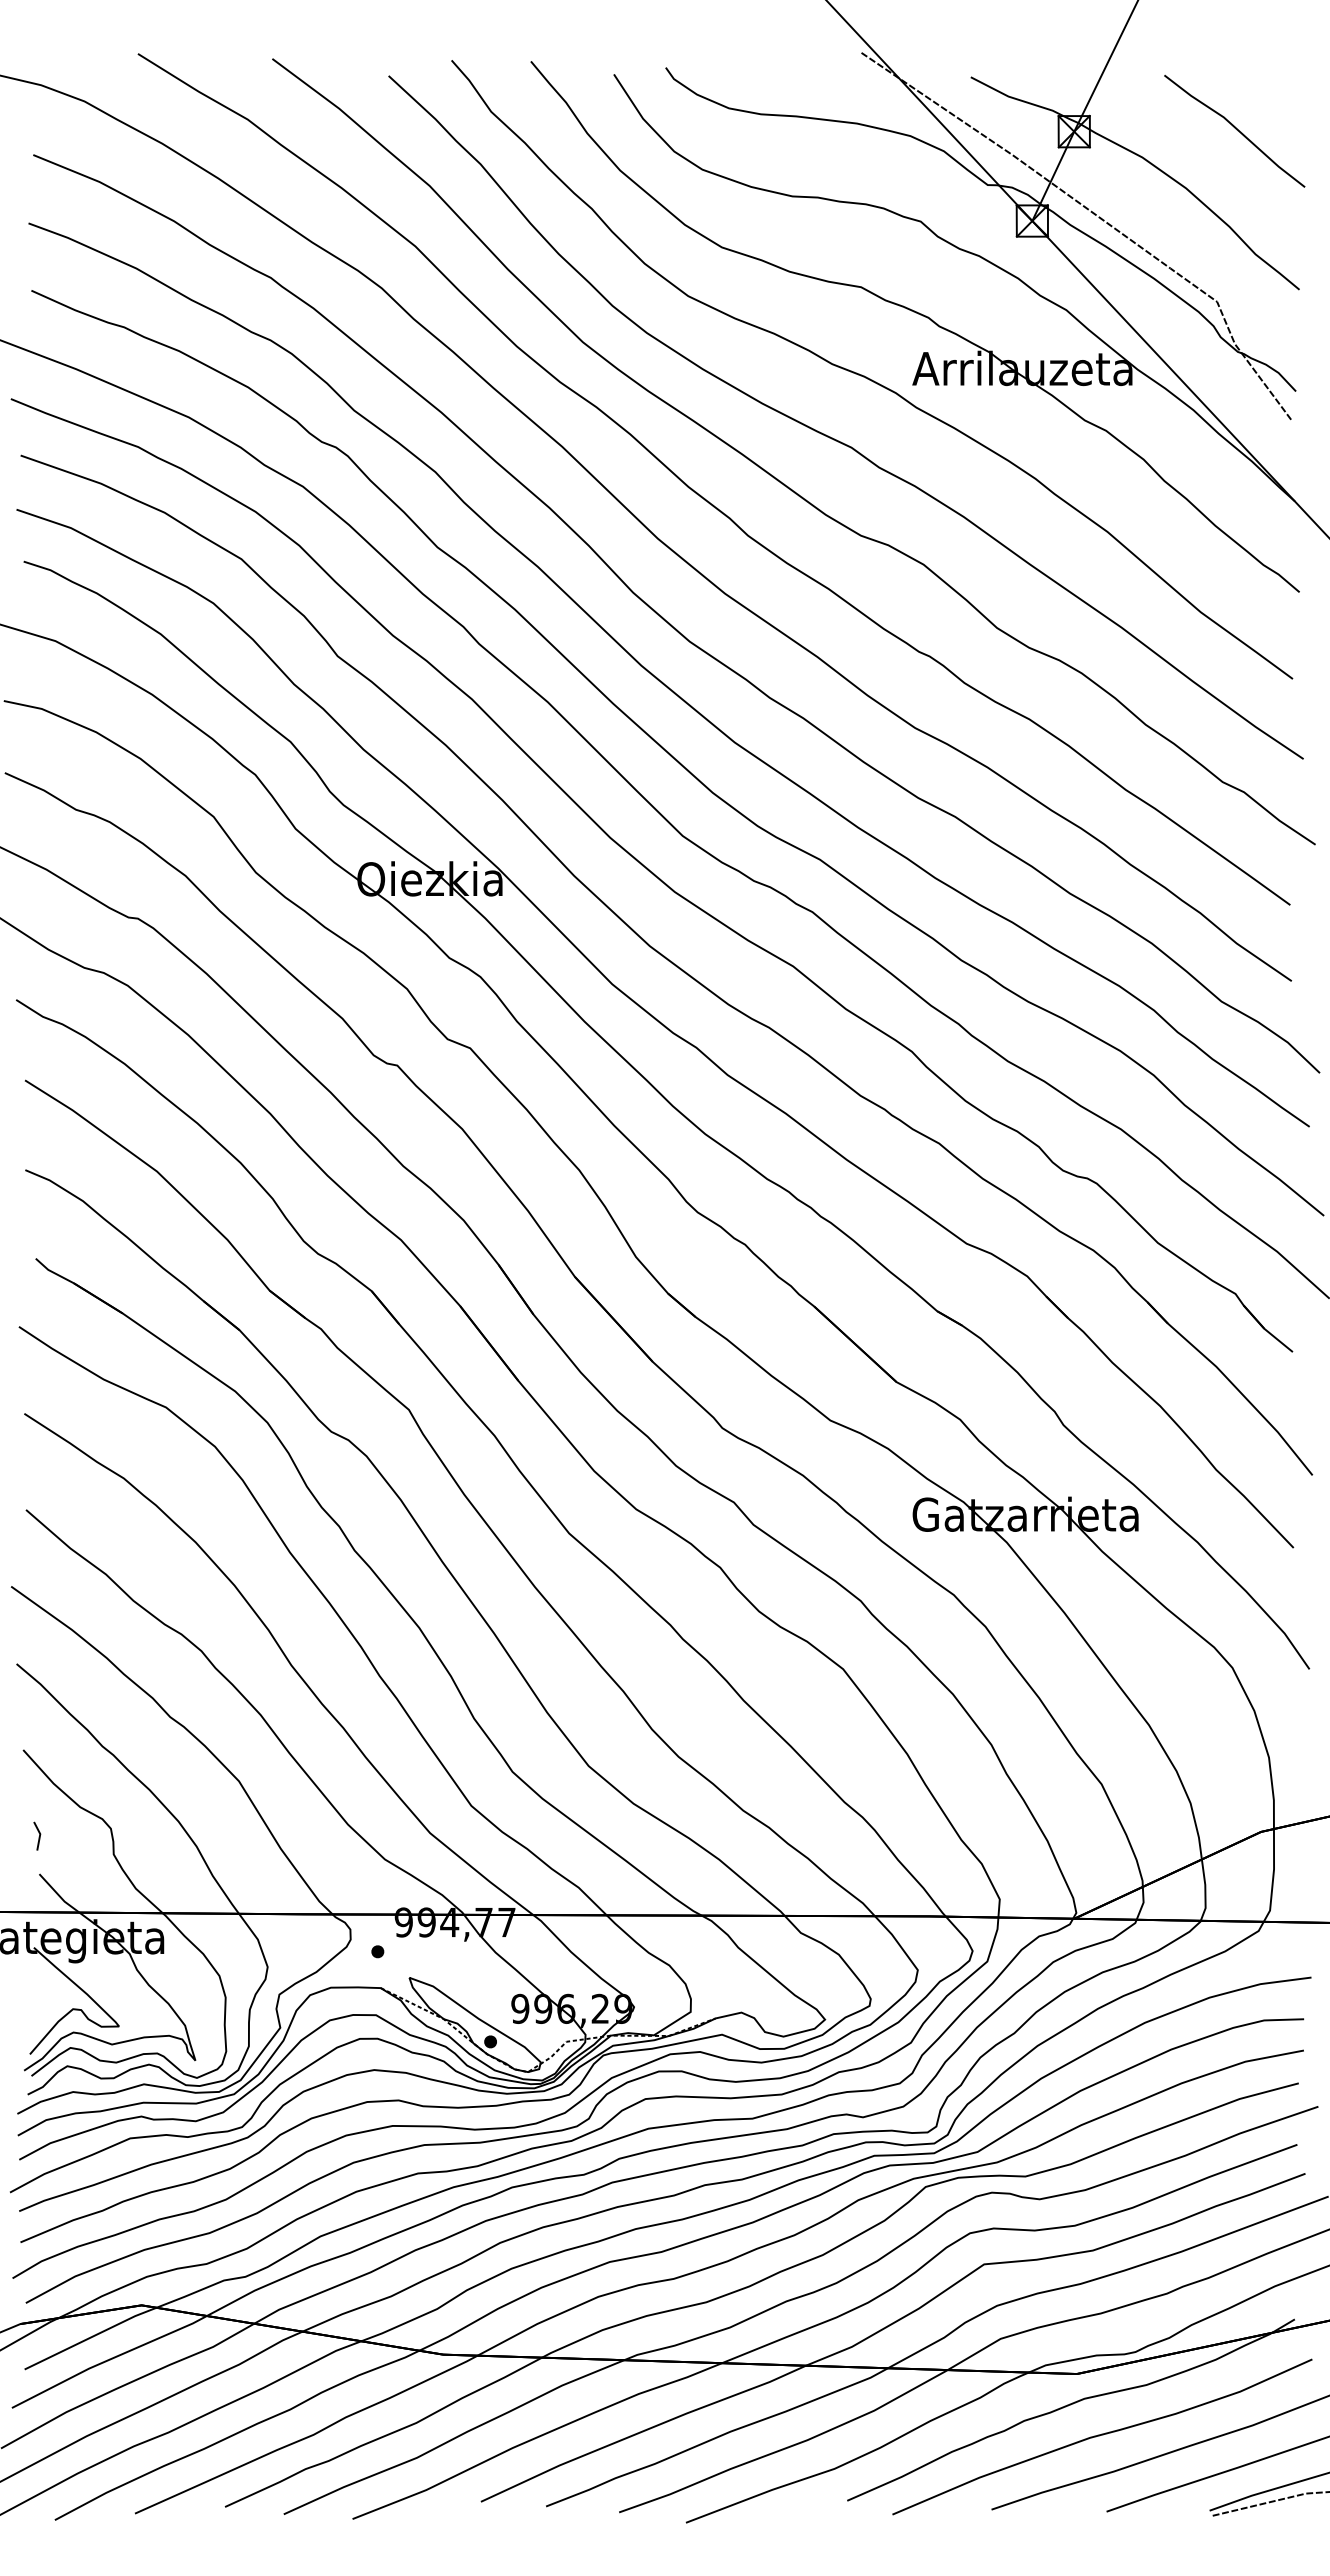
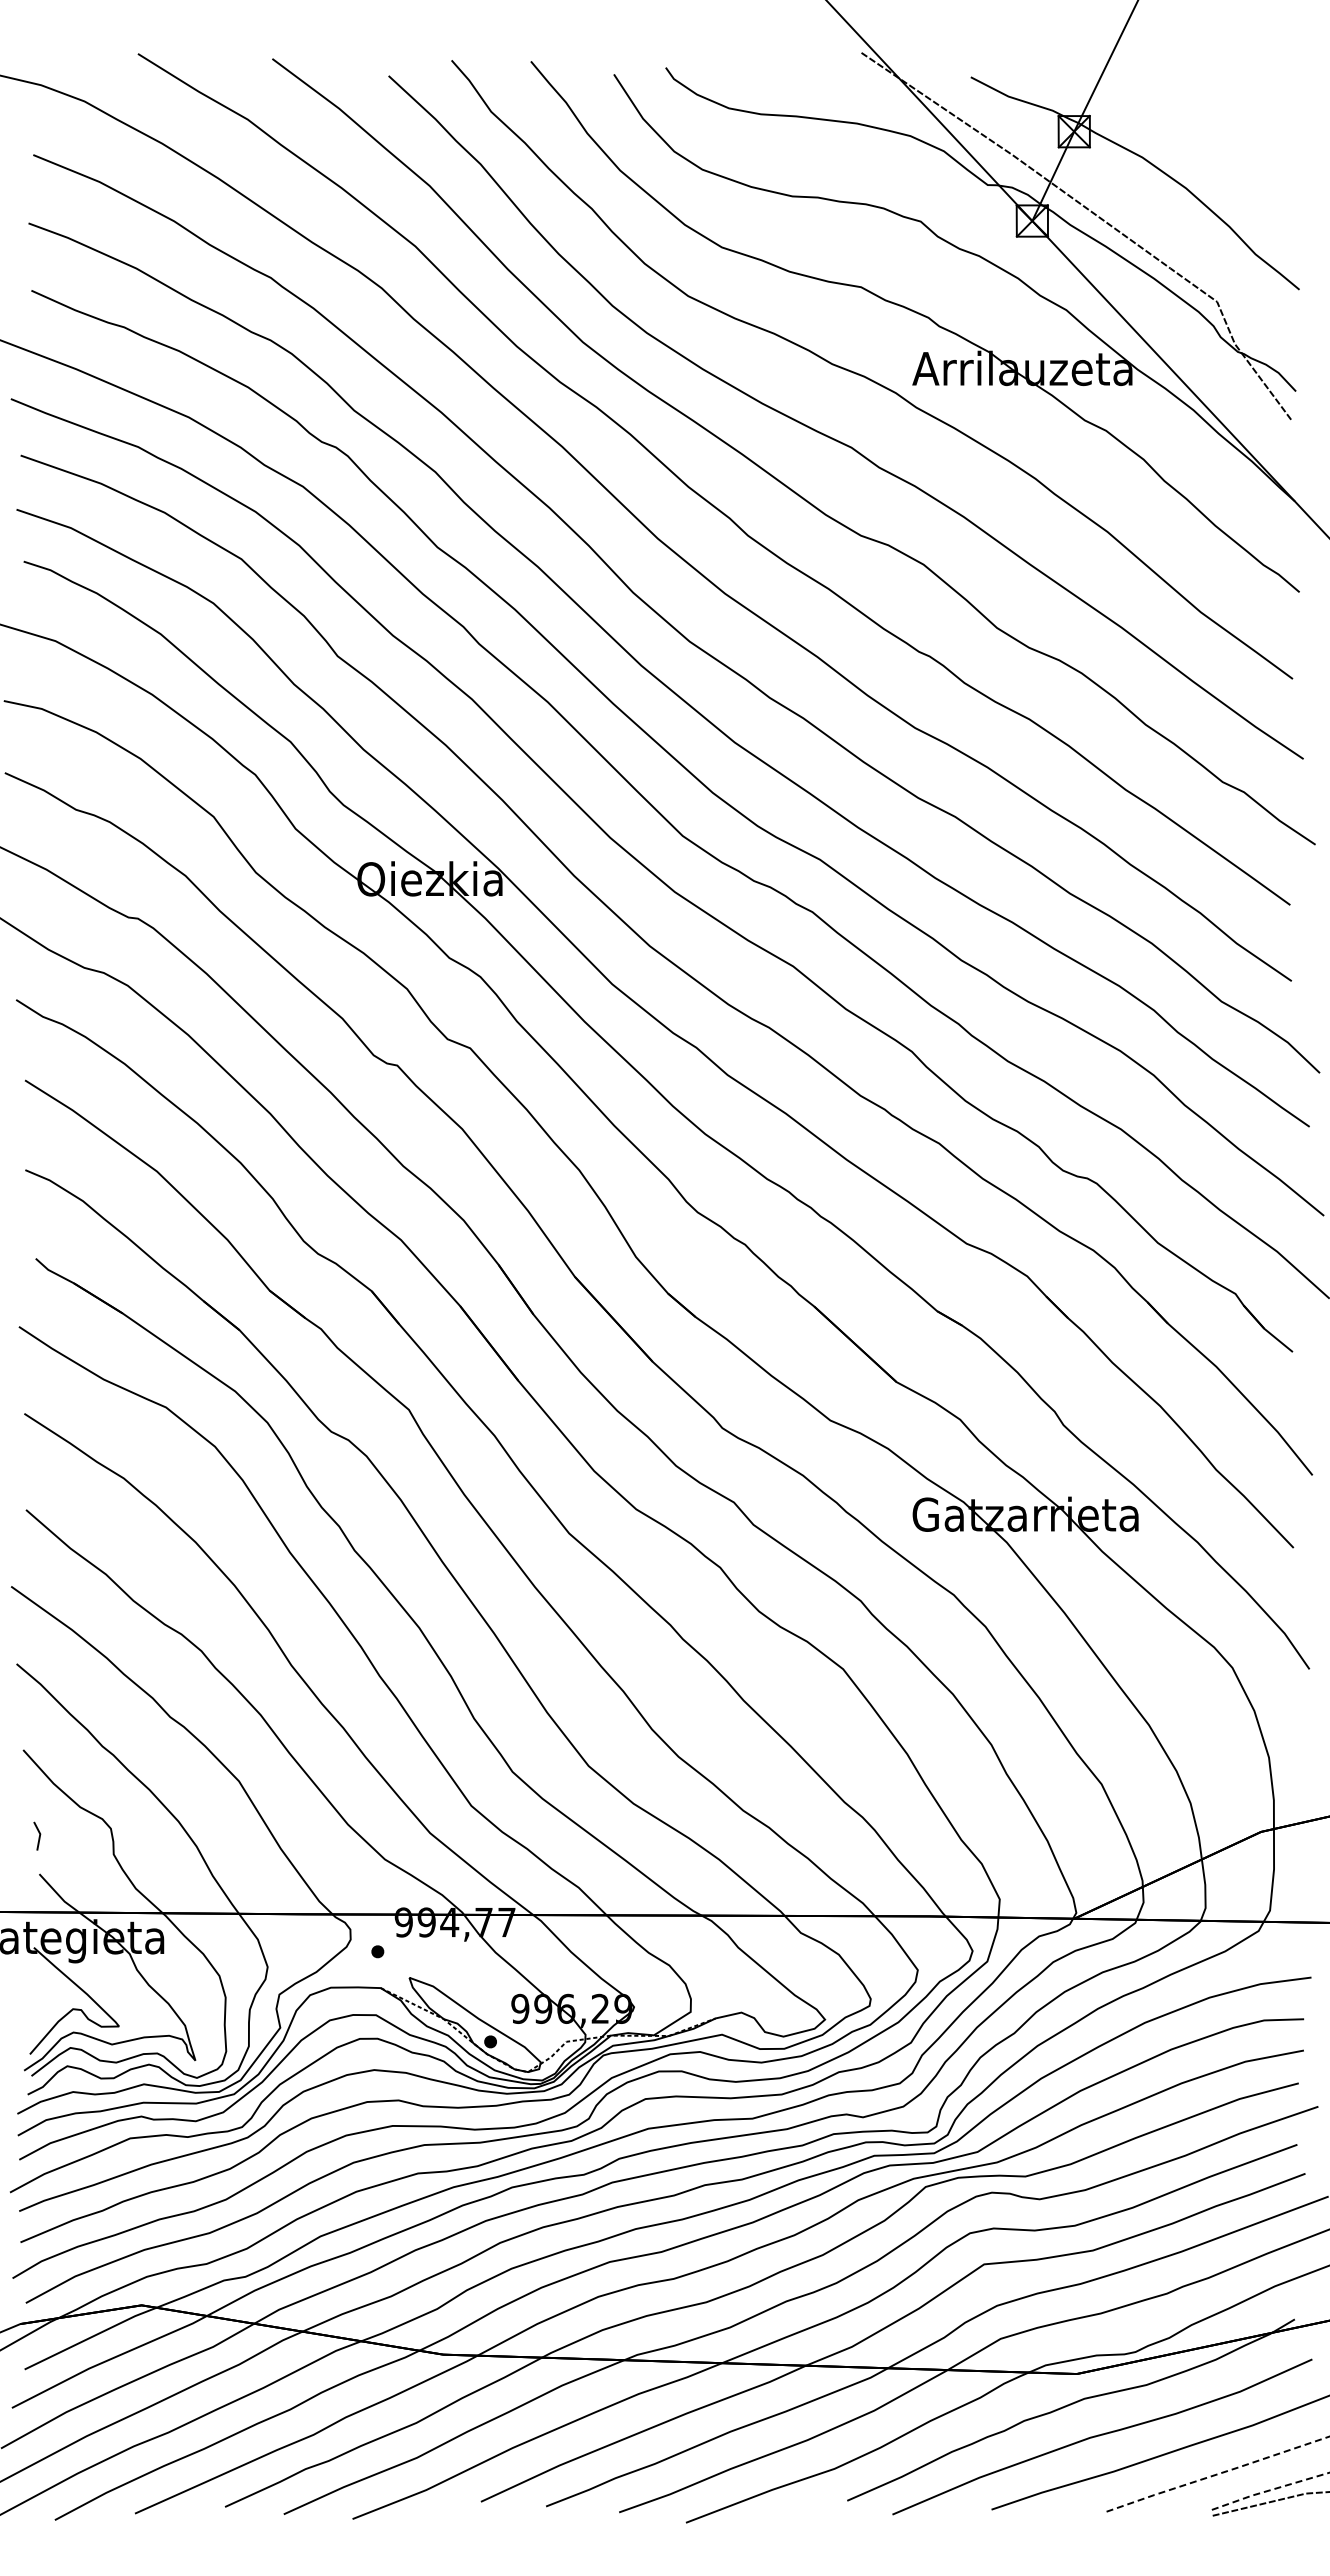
line at (1235, 129): present -> none
line at (1218, 2474): solid -> dashed
line at (1267, 2490): solid -> dashed
